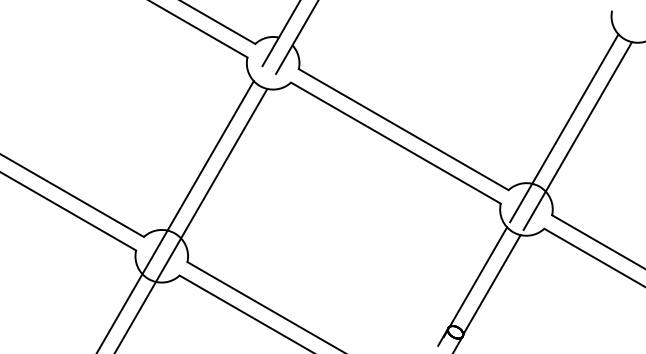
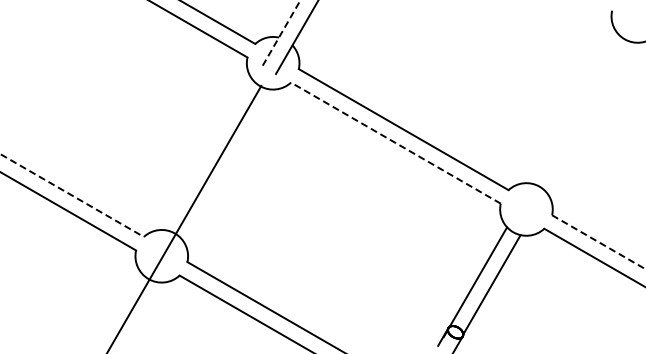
line at (281, 33): solid -> dashed
line at (564, 128): present -> none
line at (577, 135): present -> none
line at (395, 142): solid -> dashed
line at (72, 195): solid -> dashed
line at (175, 215): present -> none
line at (191, 219) position: (191, 219) -> (184, 217)
line at (598, 242): solid -> dashed
